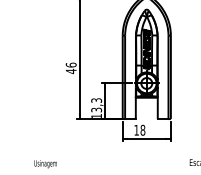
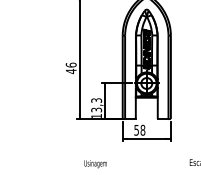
text at (136, 130): 18 -> 58
text at (45, 164) position: (45, 164) -> (95, 164)
